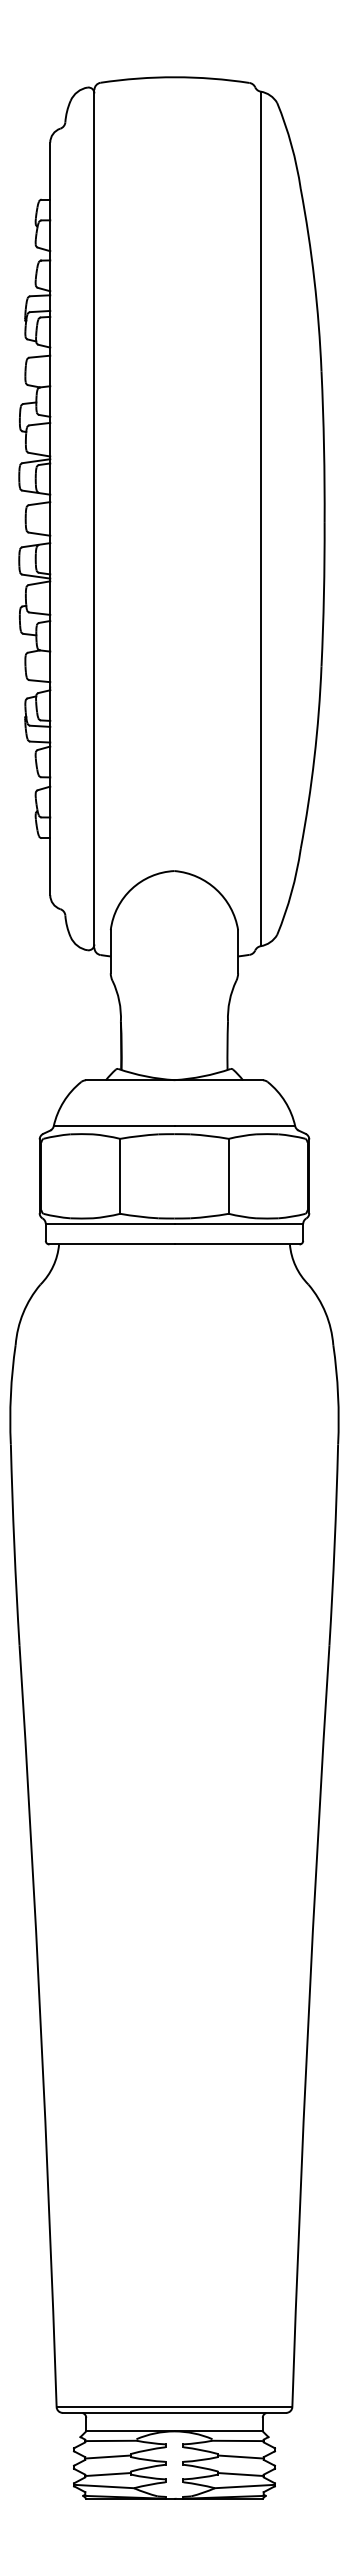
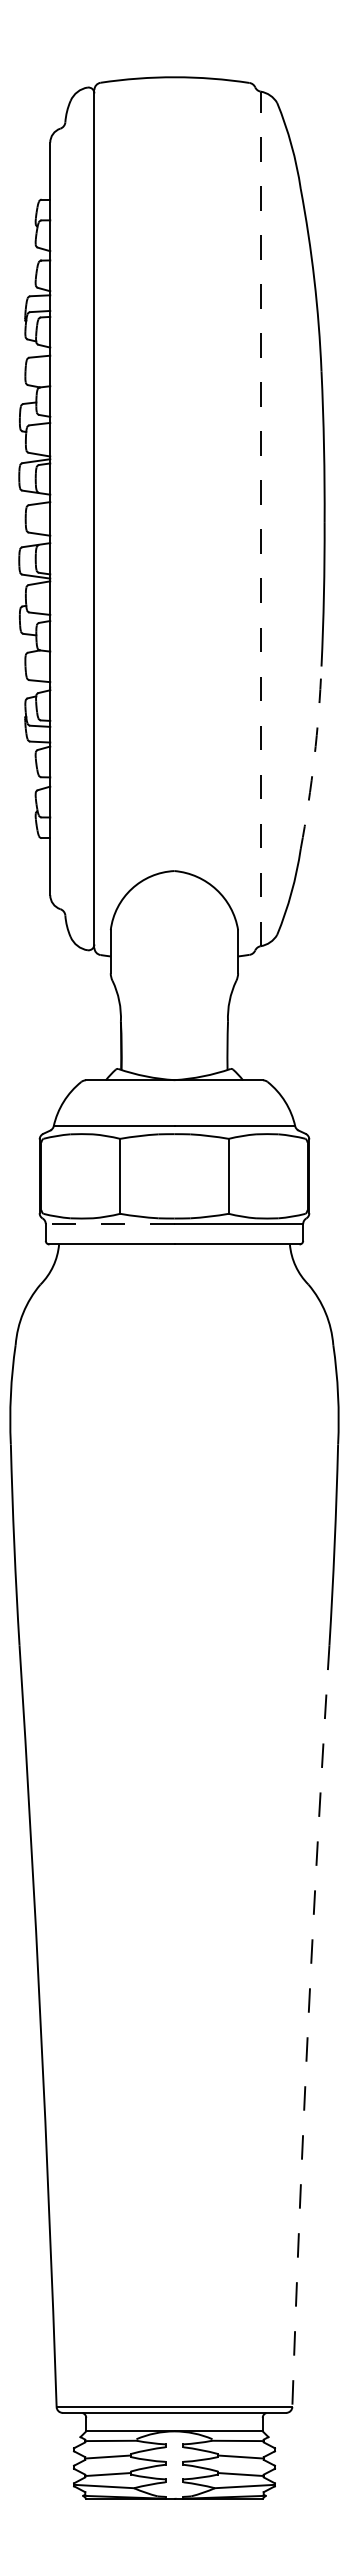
line at (260, 518): solid -> dashed
arc at (314, 758): solid -> dashed
line at (109, 1223): solid -> dashed
arc at (308, 2026): solid -> dashed
